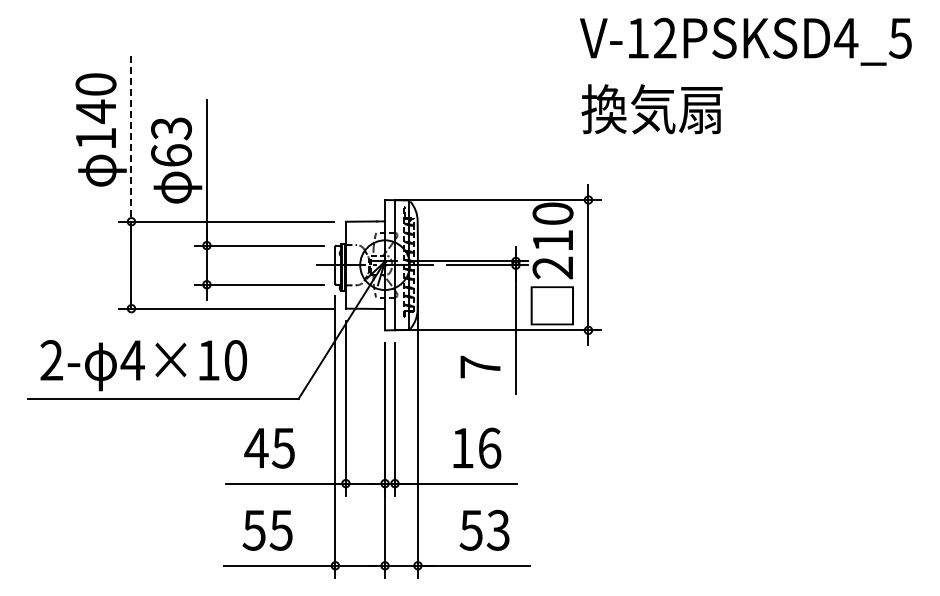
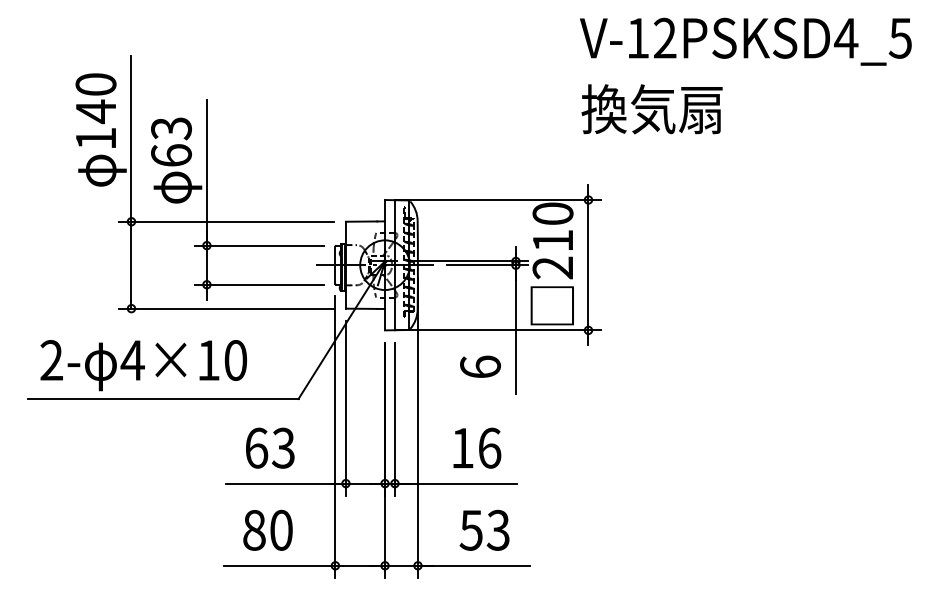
line at (131, 138): dashed -> solid
text at (480, 366): 7 -> 6
text at (269, 447): 45 -> 63
text at (267, 529): 55 -> 80
